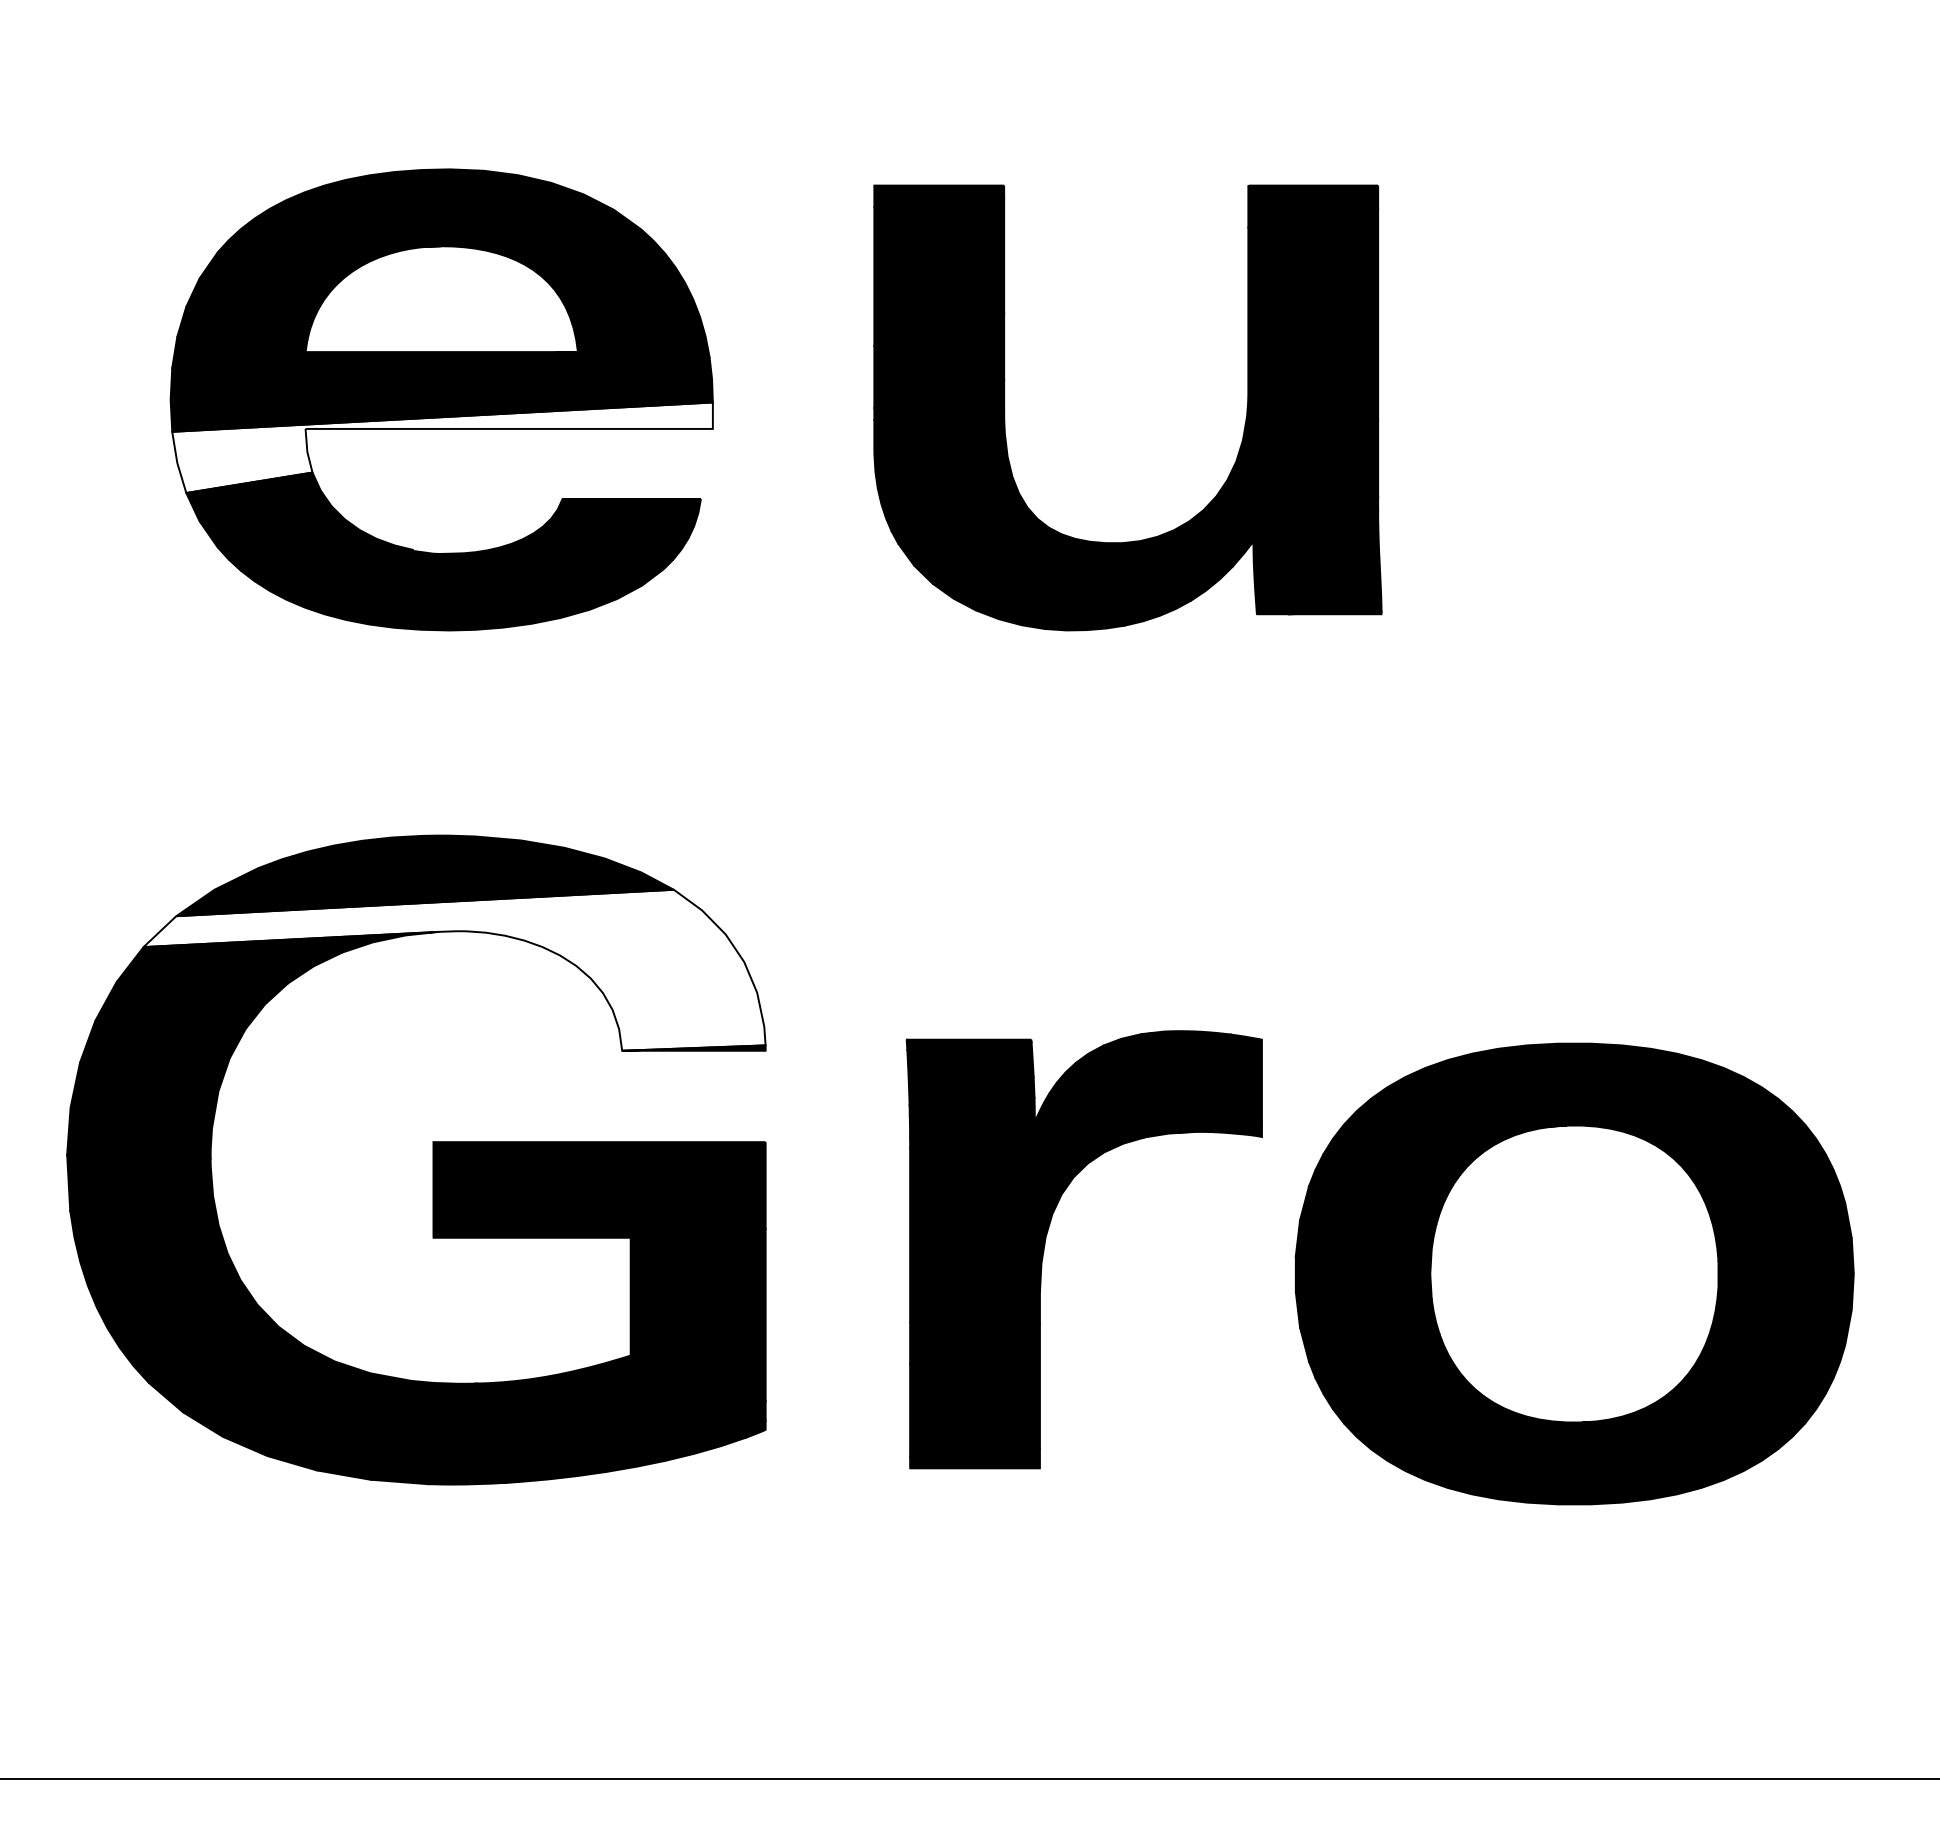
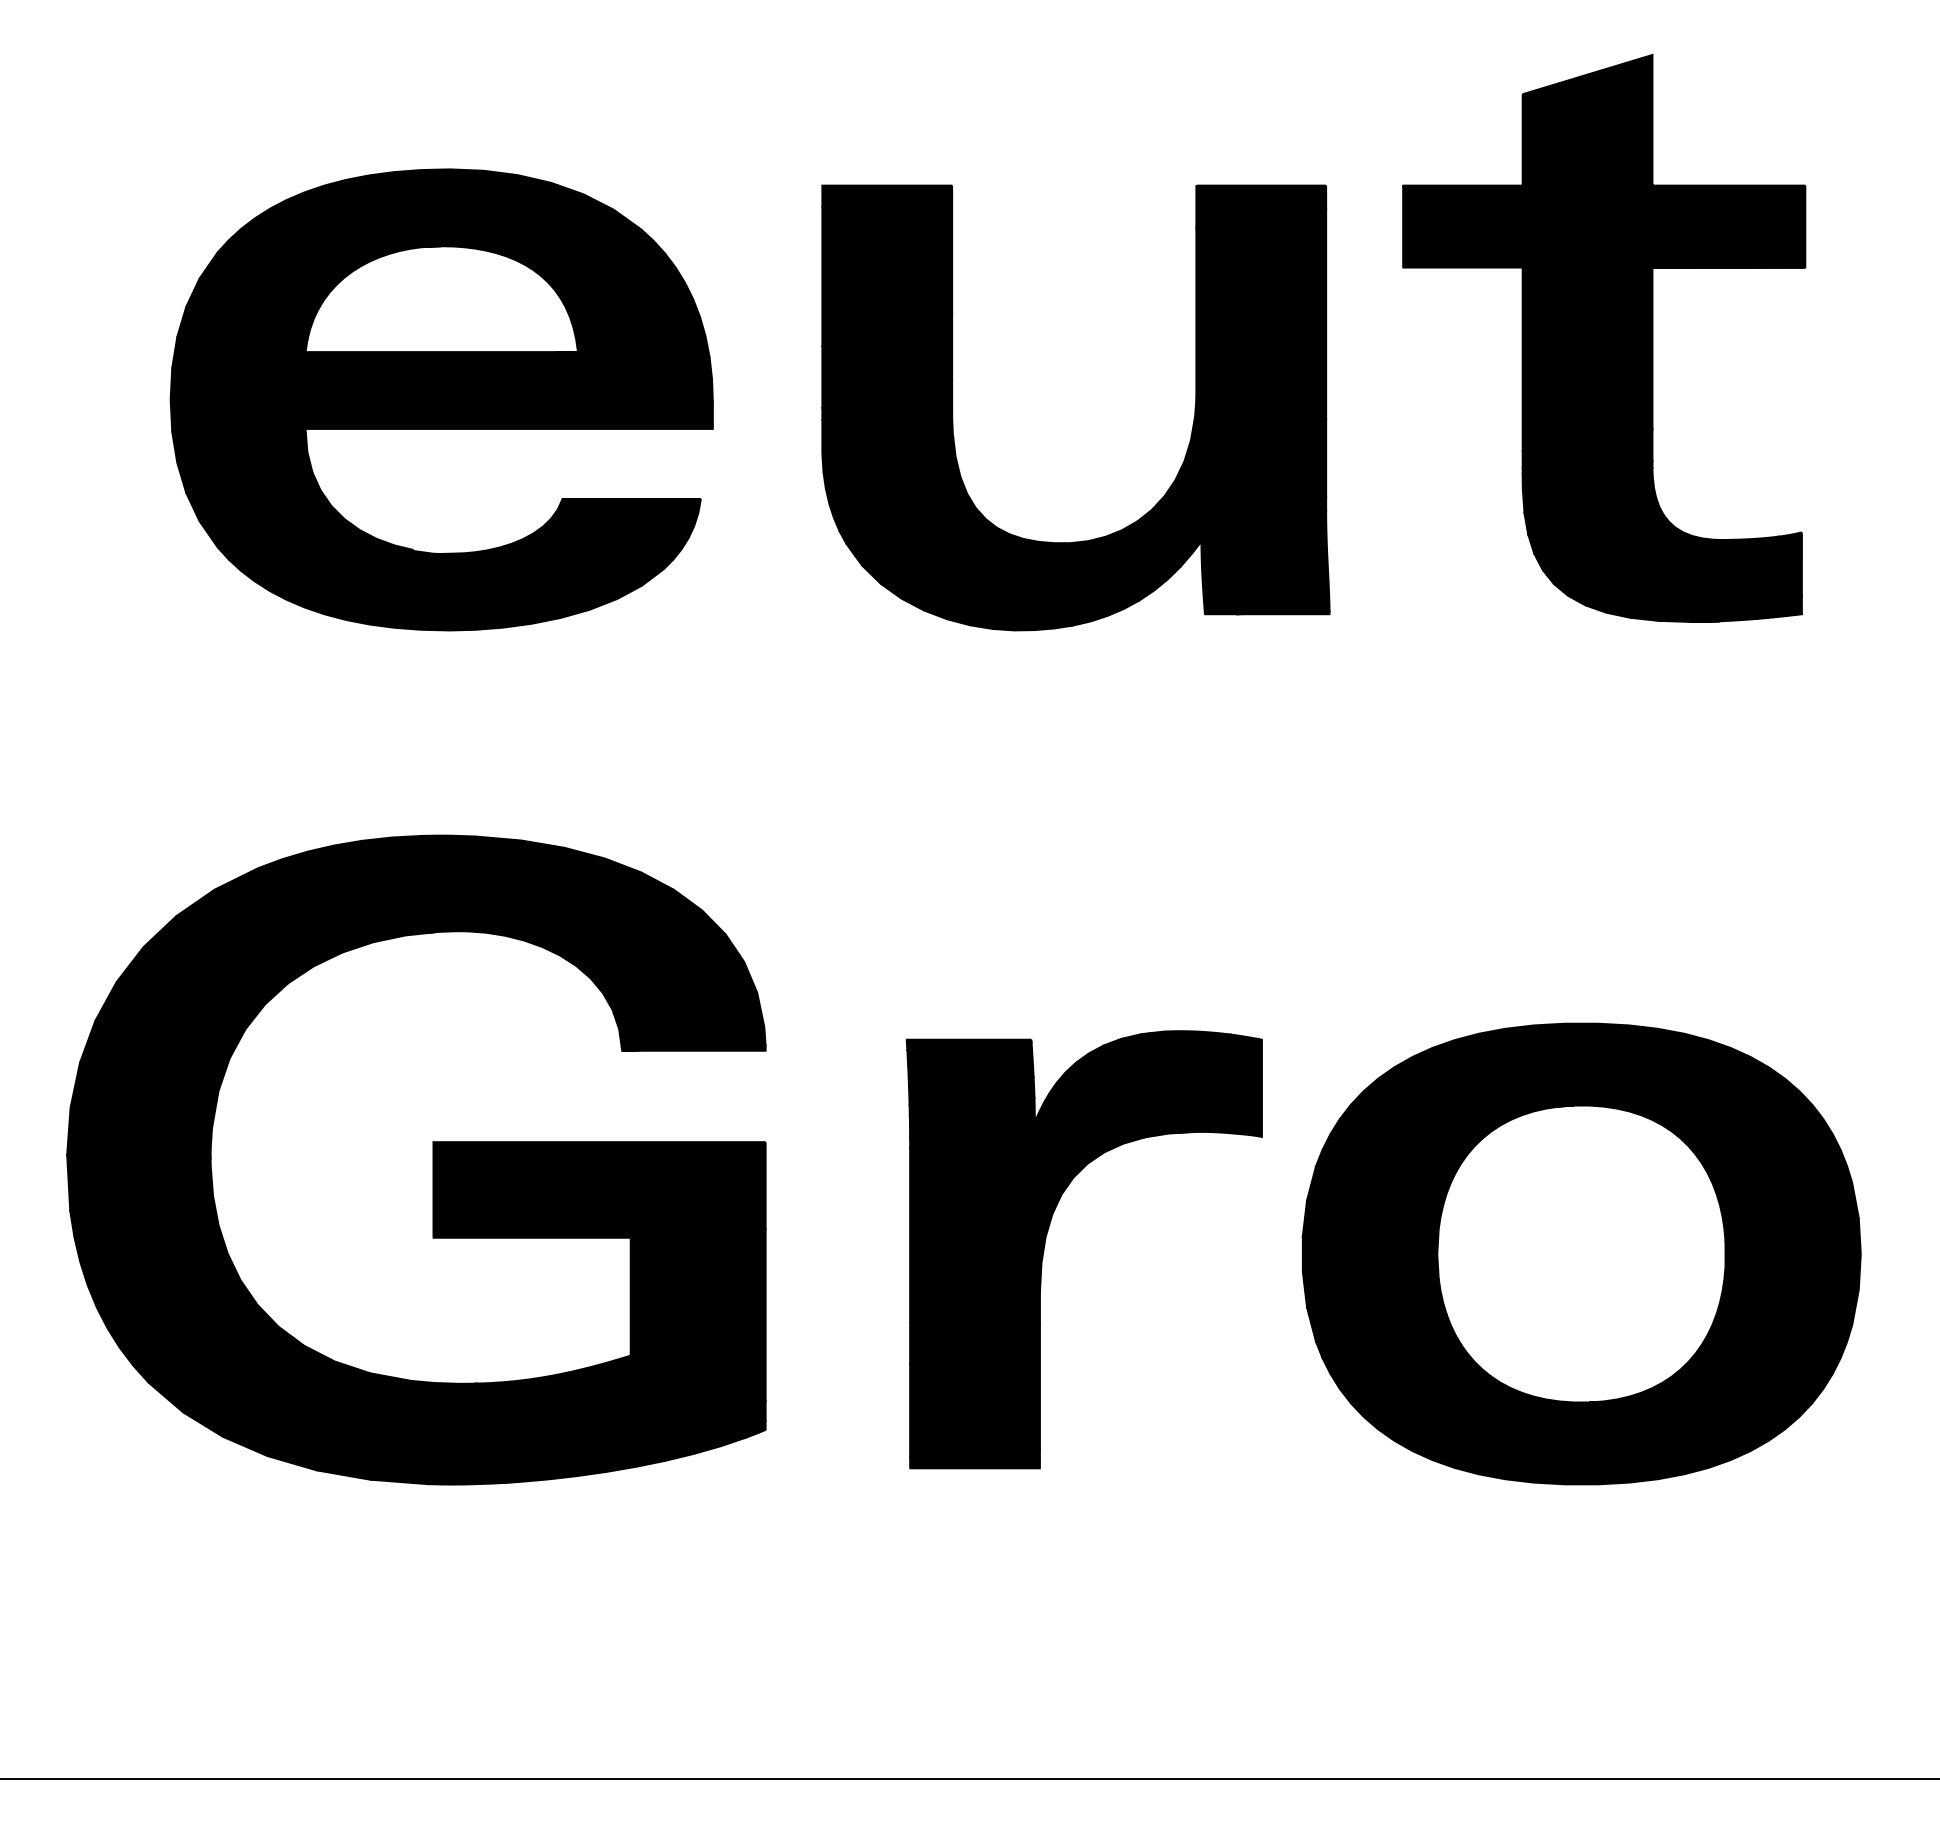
part at (1604, 337): none -> present
part at (1244, 424) position: (1244, 424) -> (1192, 424)
fill at (442, 447): none -> present
fill at (454, 969): none -> present
part at (1574, 1273) position: (1574, 1273) -> (1581, 1253)
